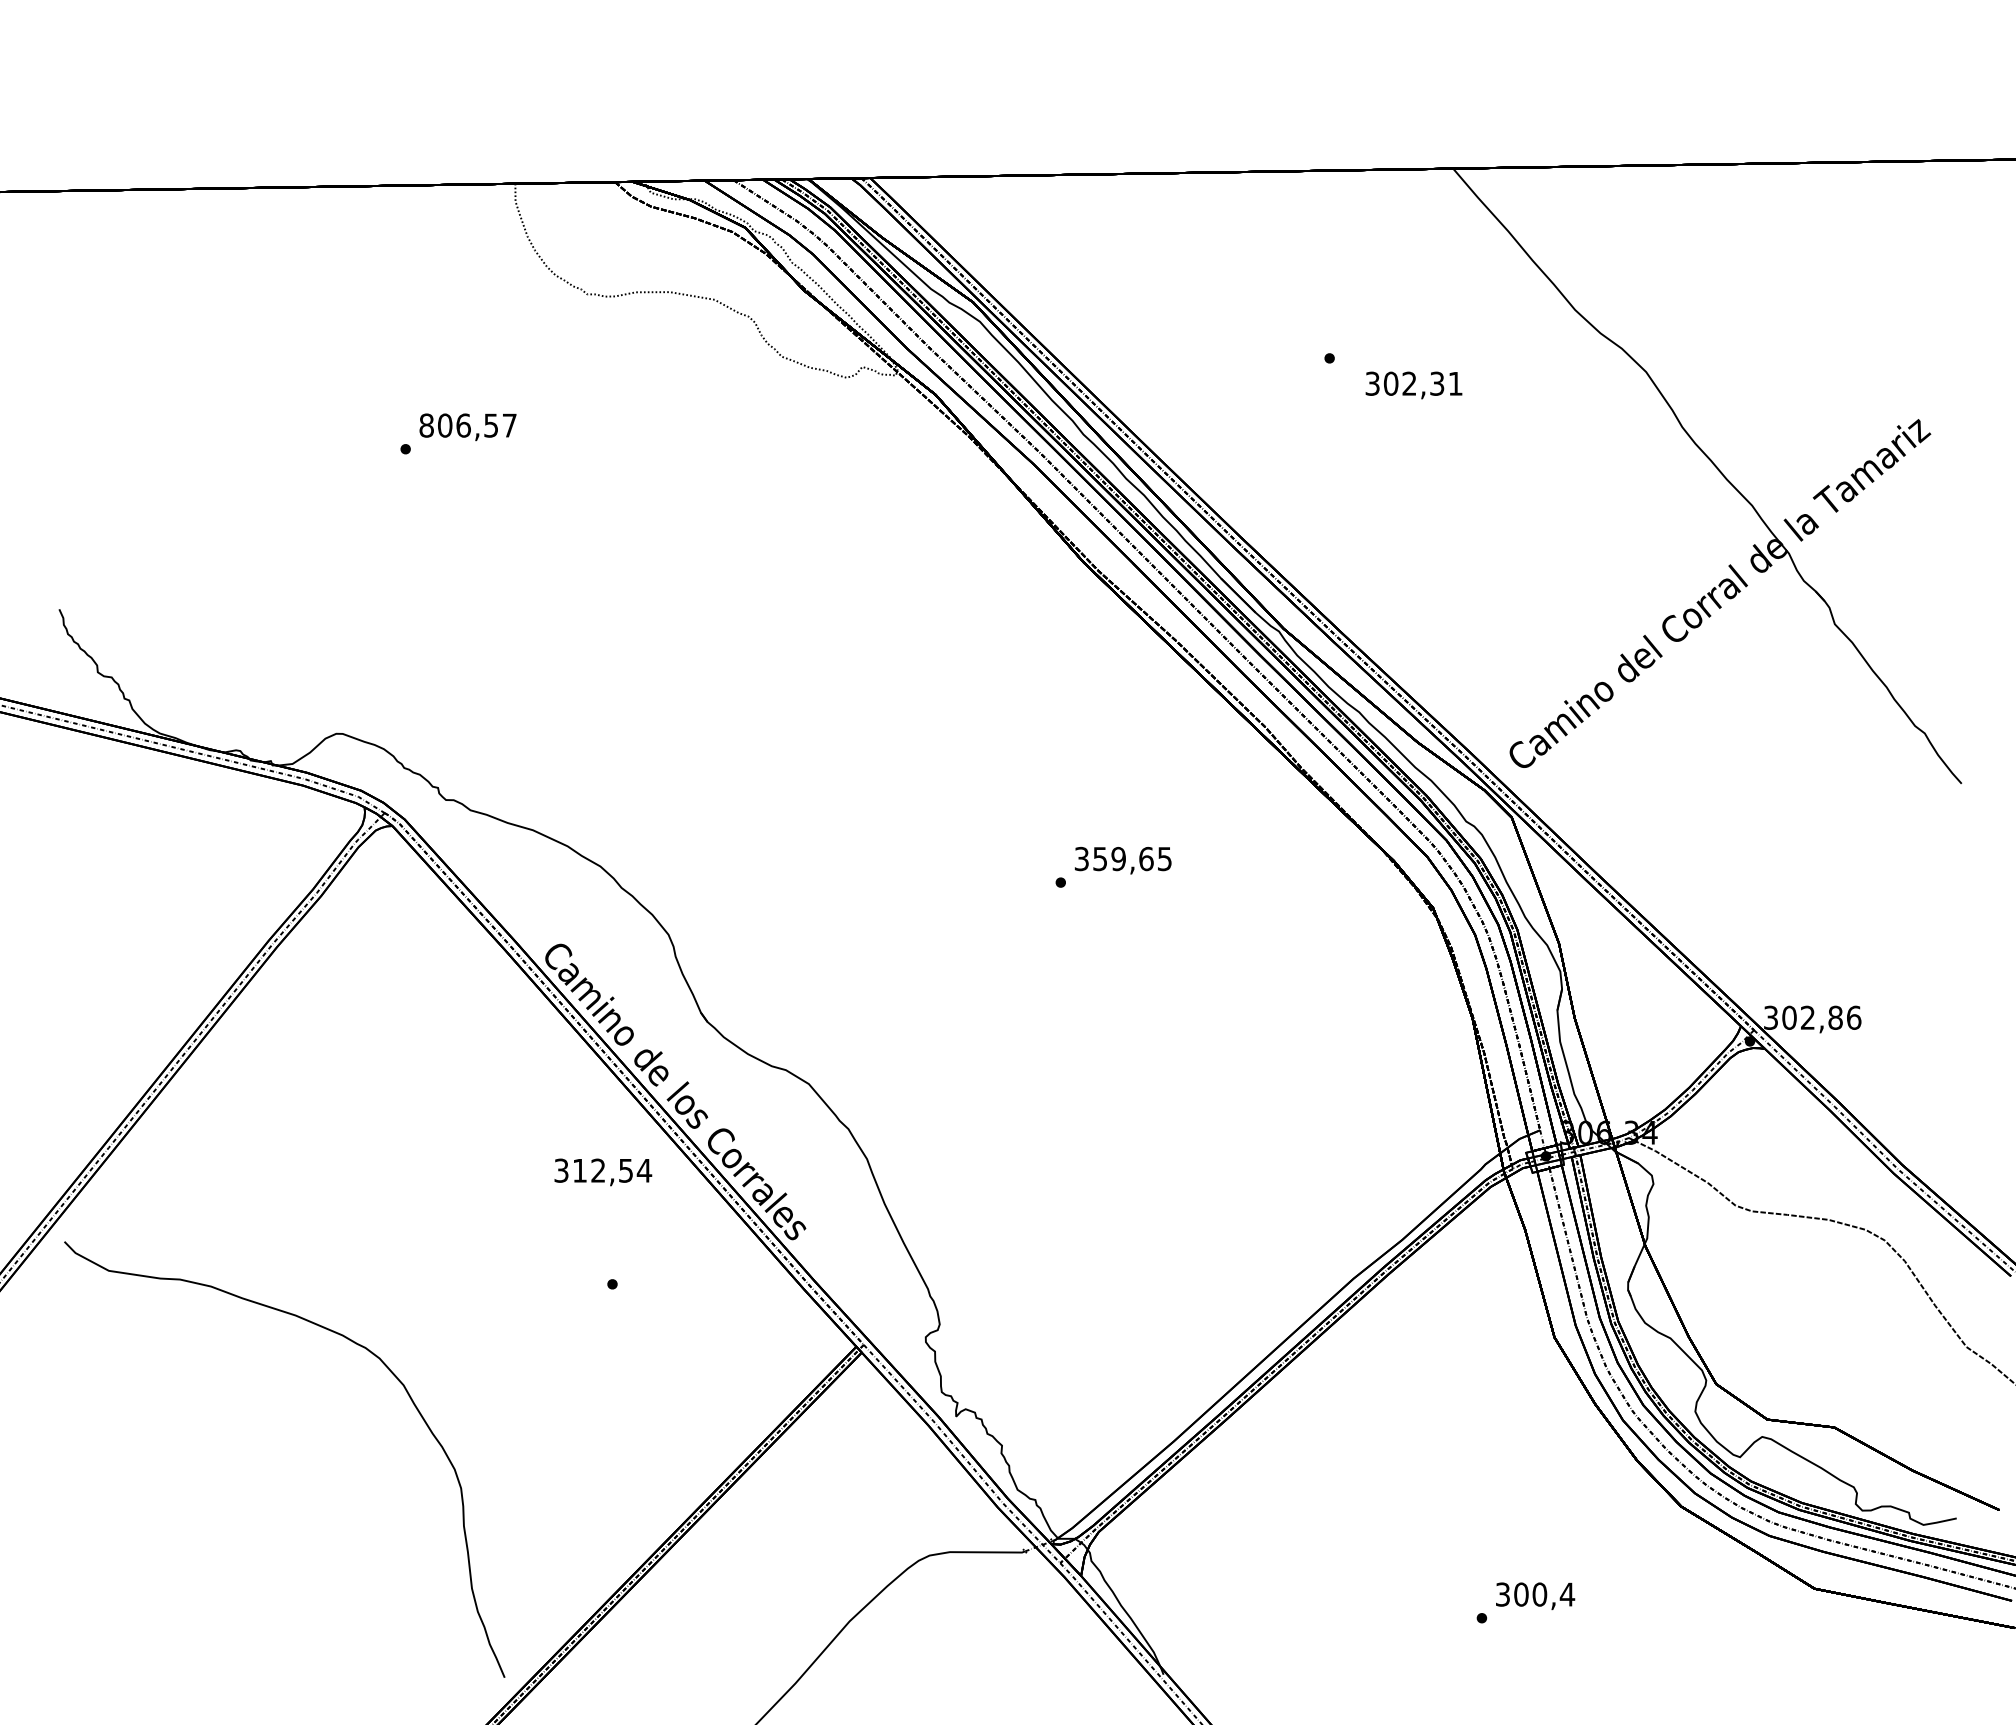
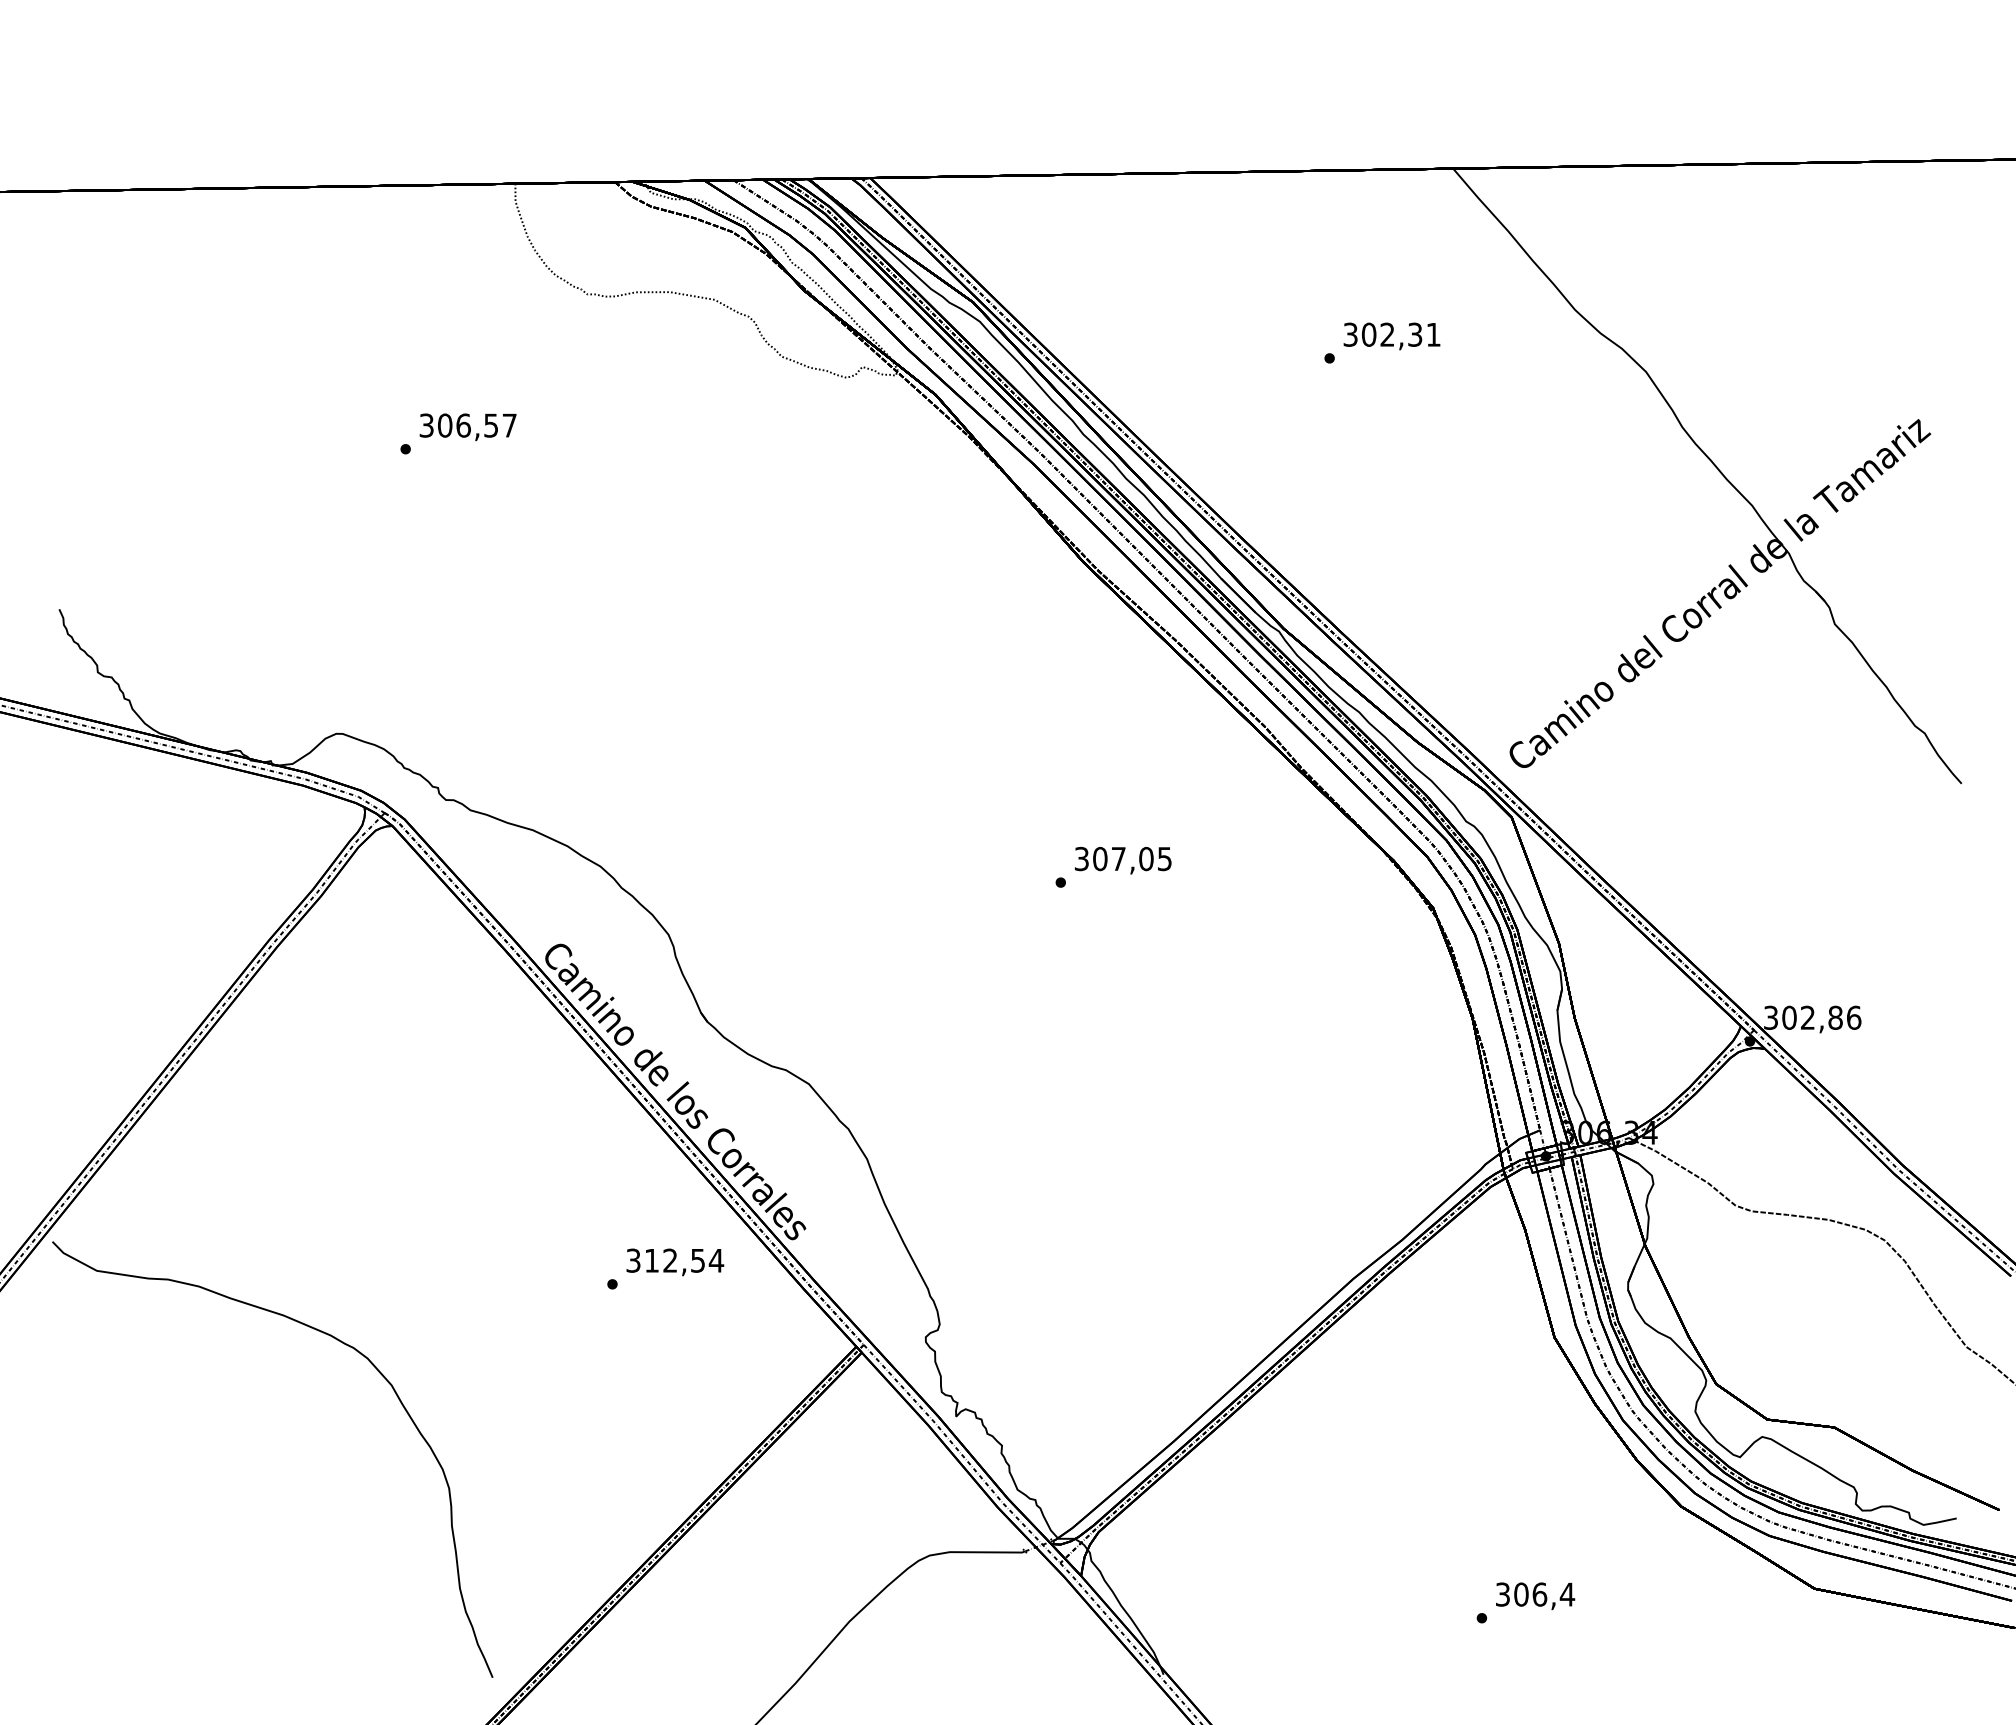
text at (1413, 385) position: (1413, 385) -> (1391, 336)
text at (426, 425): 806,57 -> 306,57
text at (1123, 858): 359,65 -> 307,05
text at (603, 1172) position: (603, 1172) -> (675, 1262)
curve at (350, 1341) position: (350, 1341) -> (338, 1341)
text at (1539, 1594): 300,4 -> 306,4
